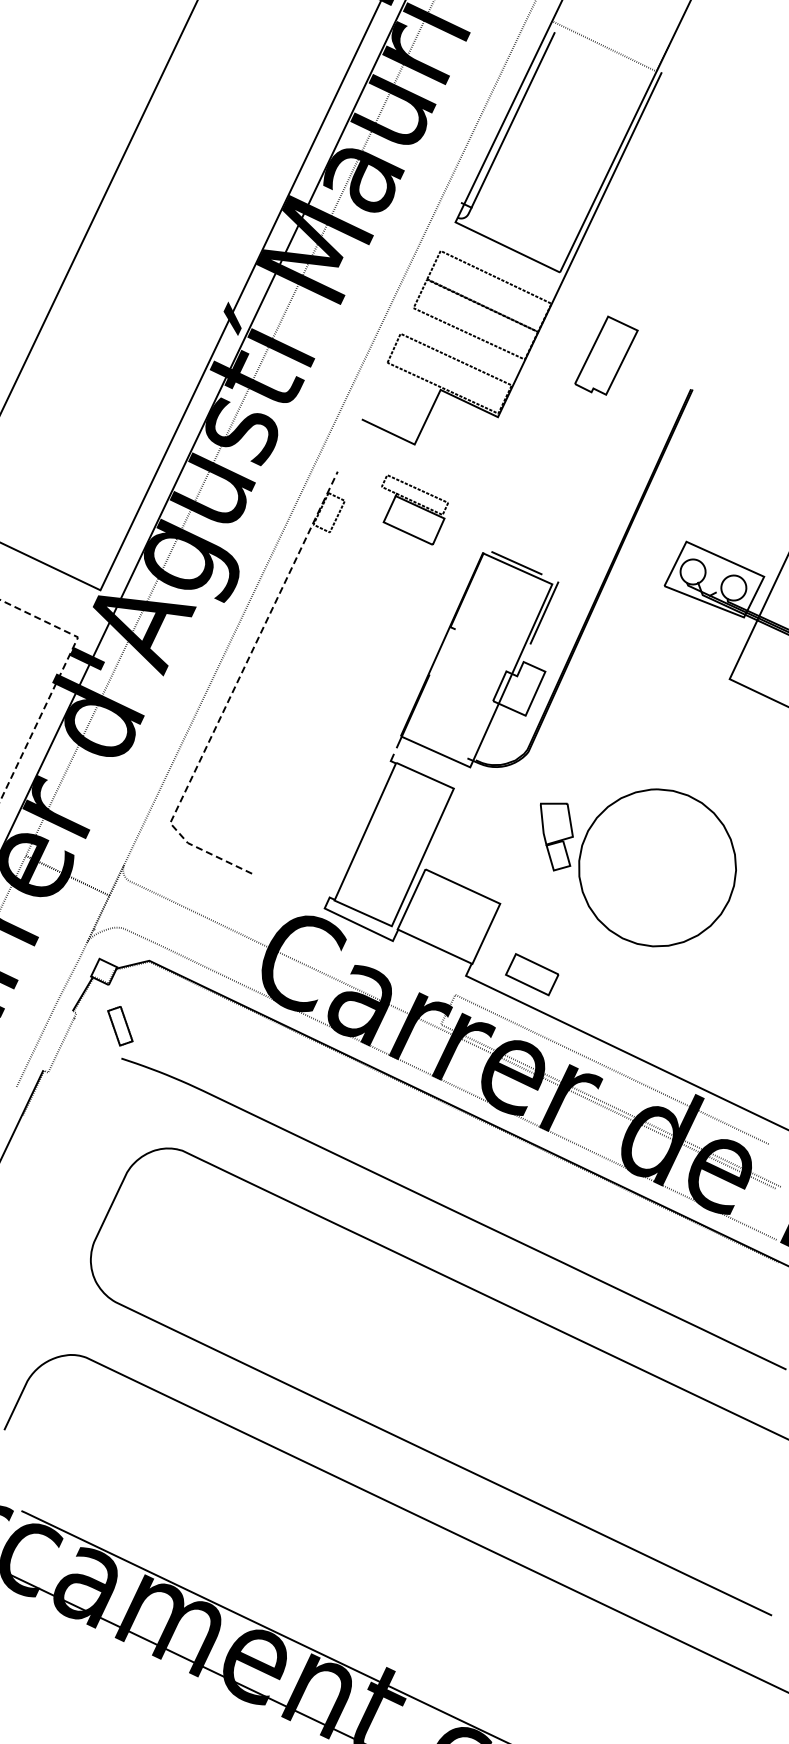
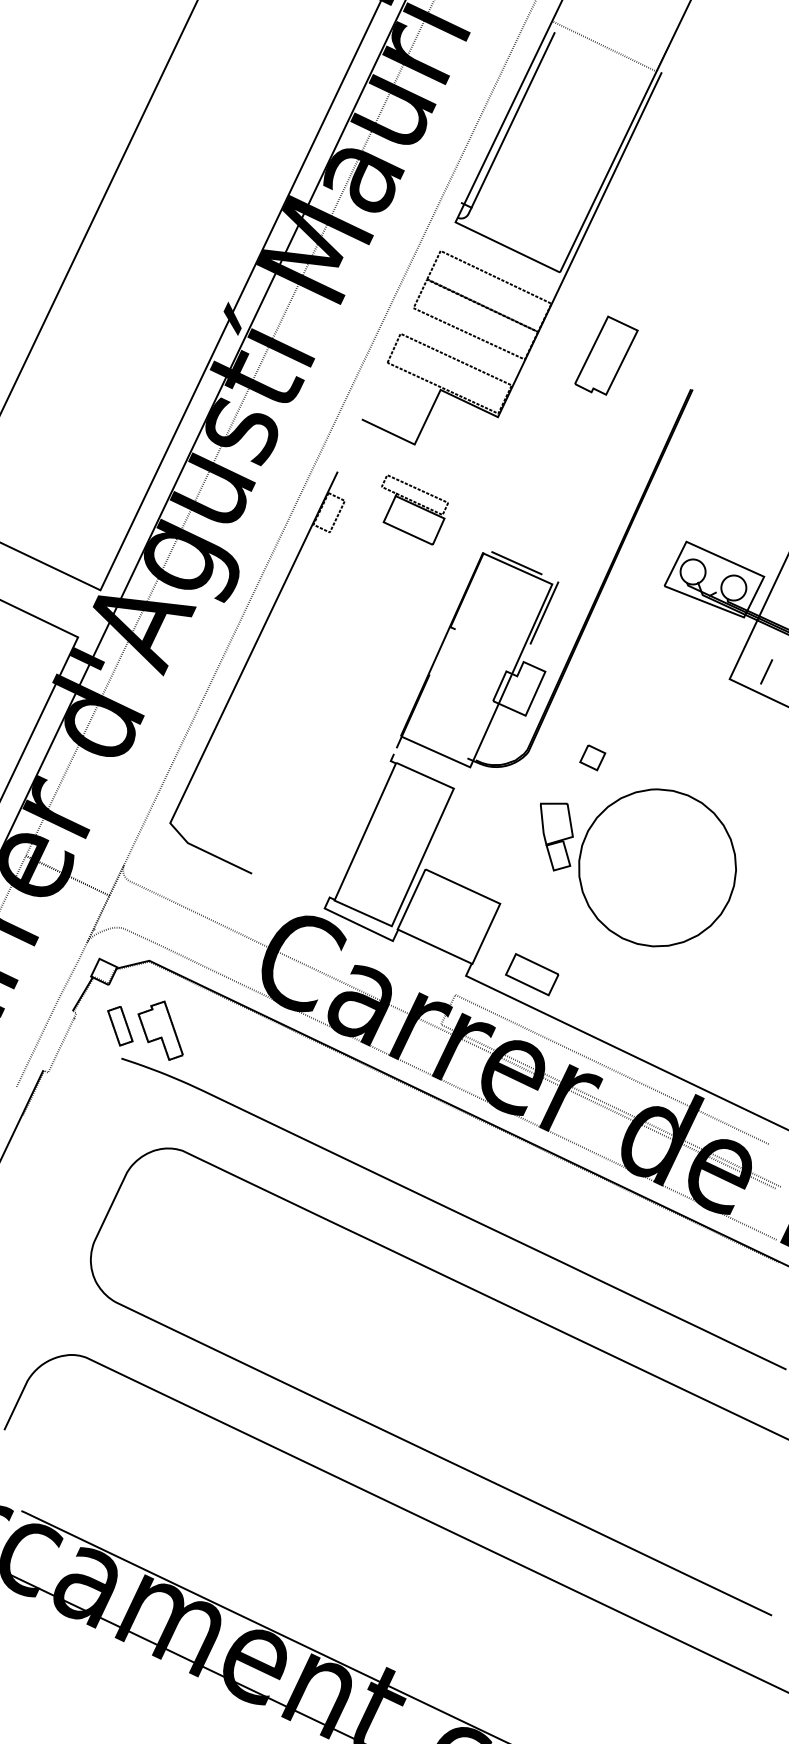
line at (766, 671): none -> present
line at (57, 679): dashed -> solid
line at (232, 692): dashed -> solid
part at (592, 757): none -> present
part at (160, 1030): none -> present
